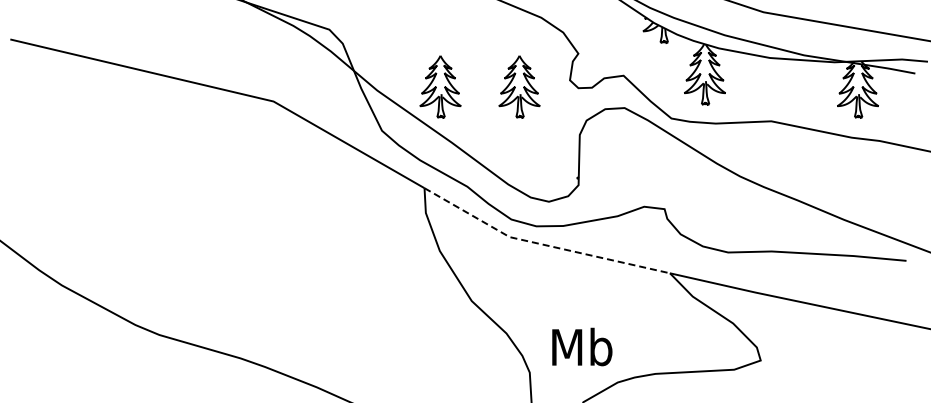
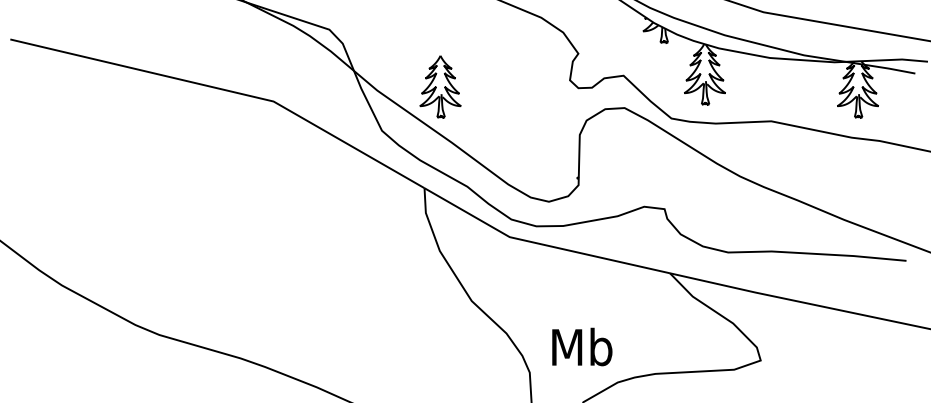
part at (519, 86): present -> none
line at (541, 244): dashed -> solid
